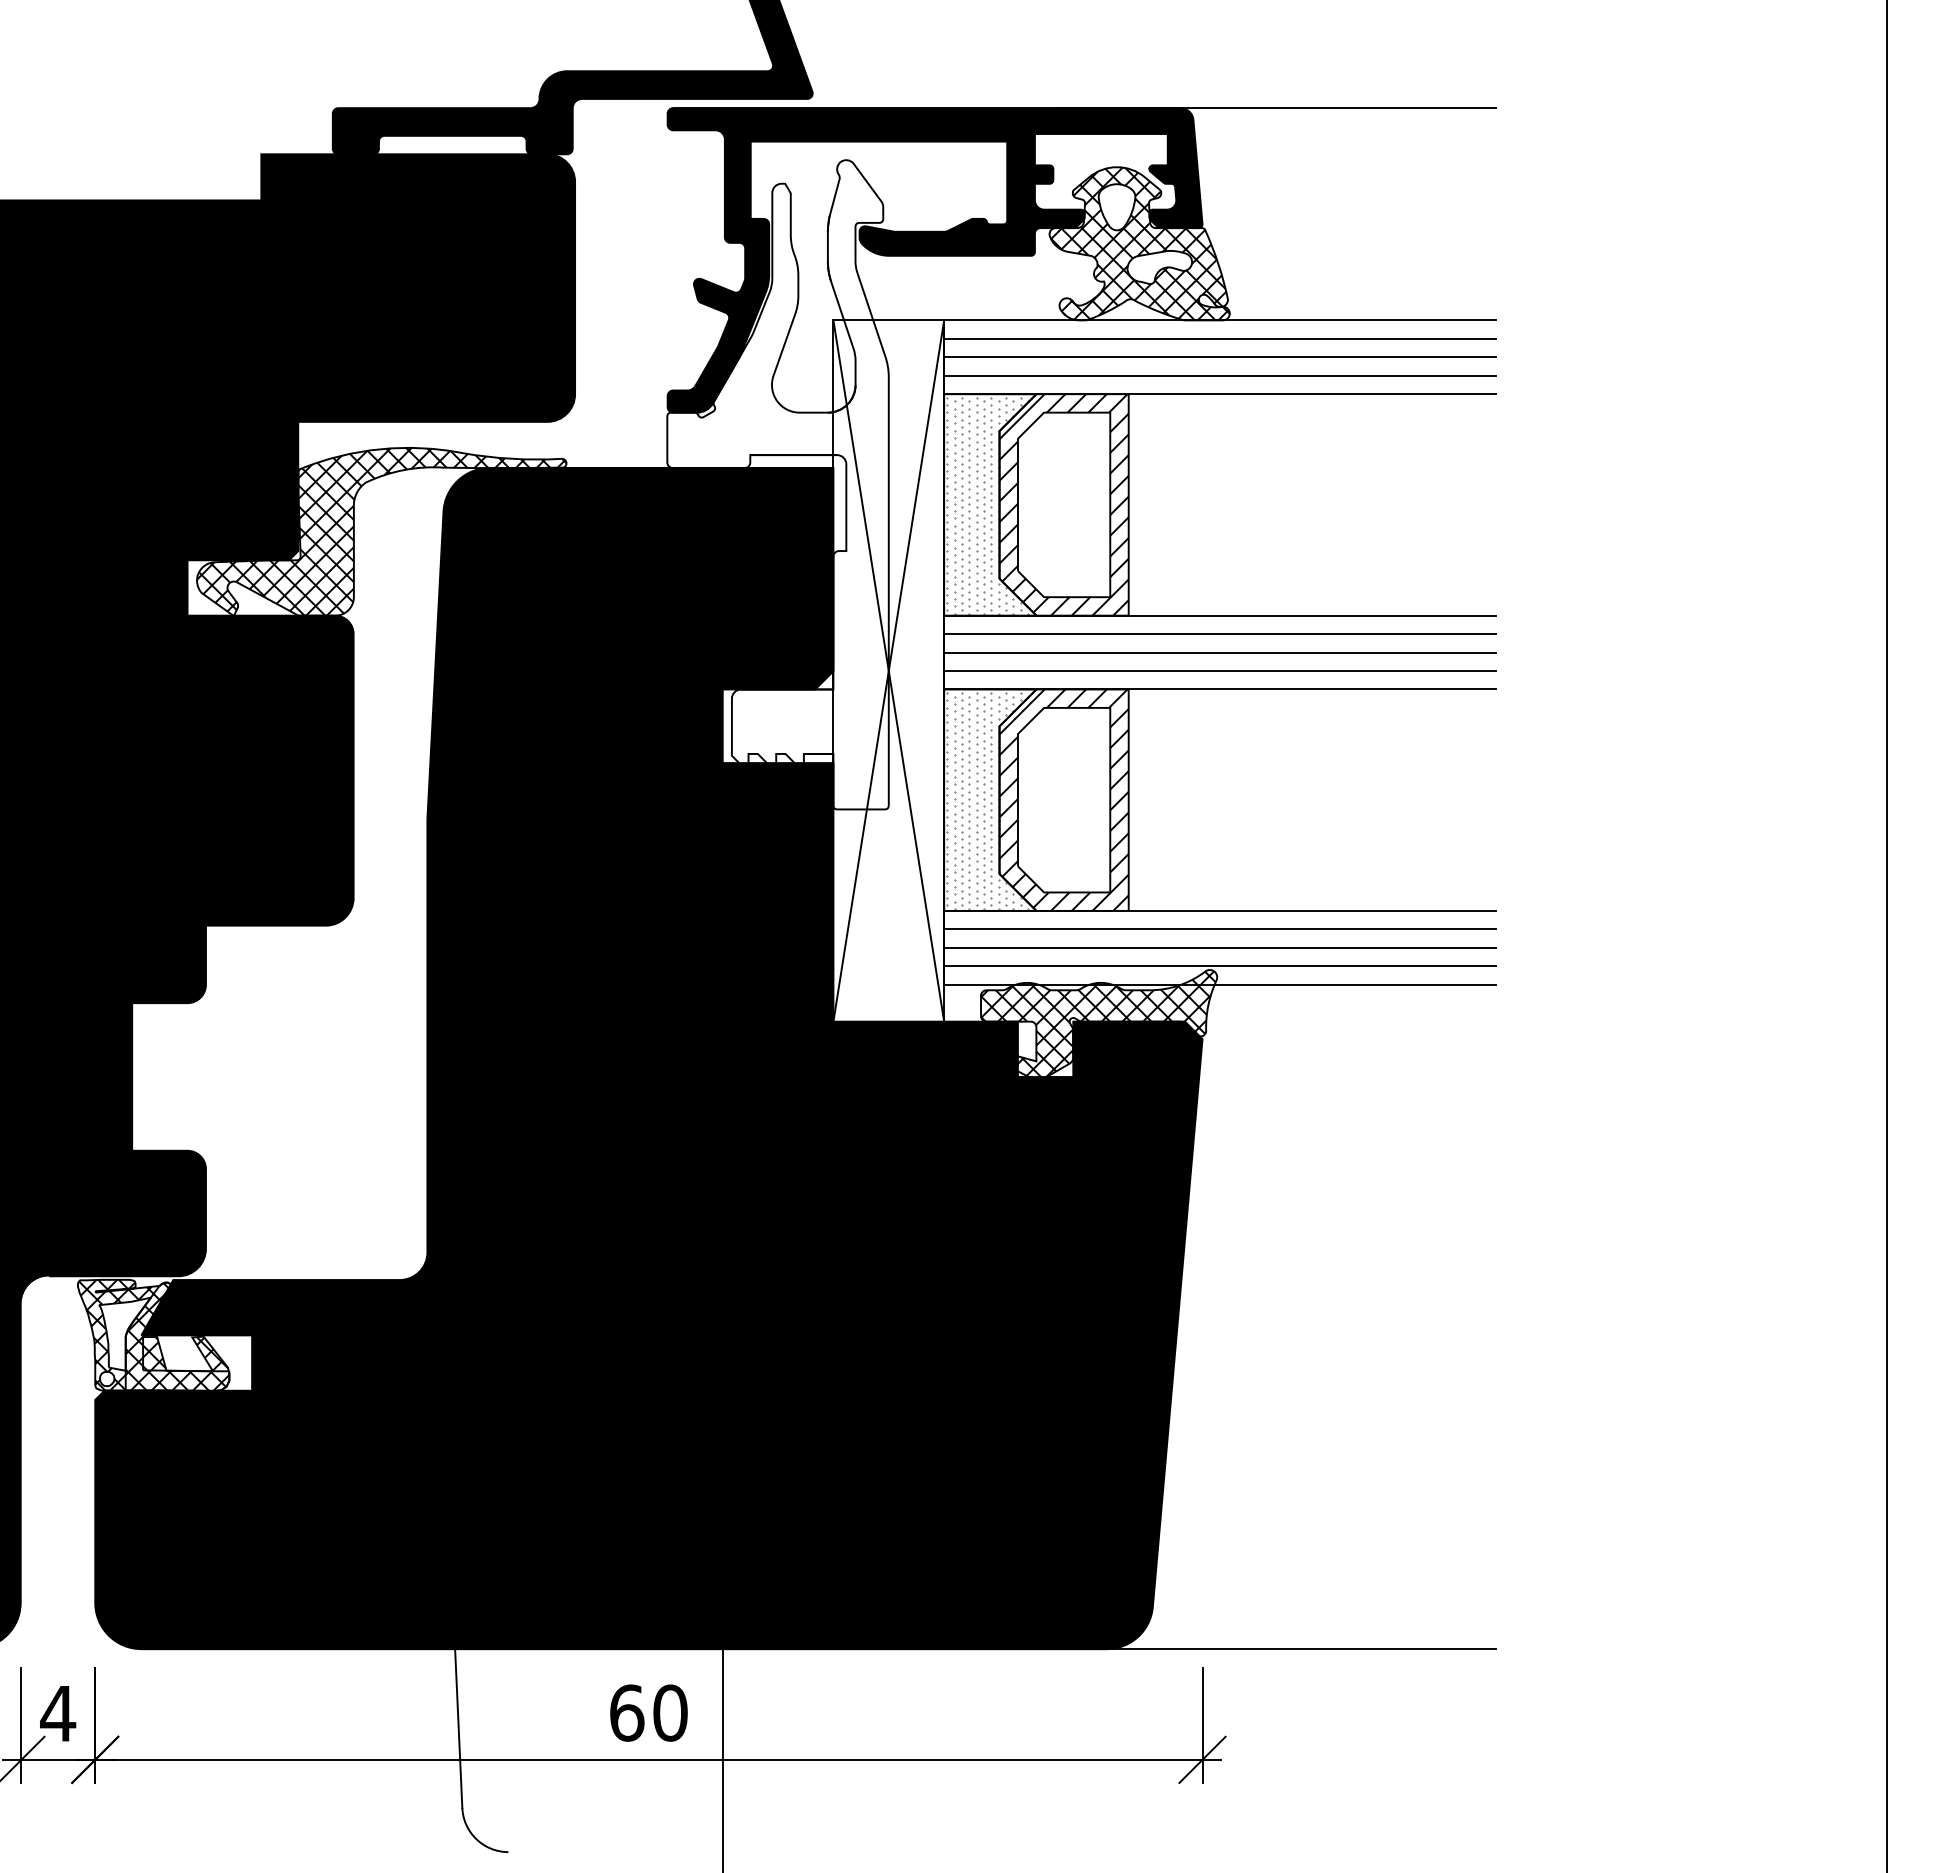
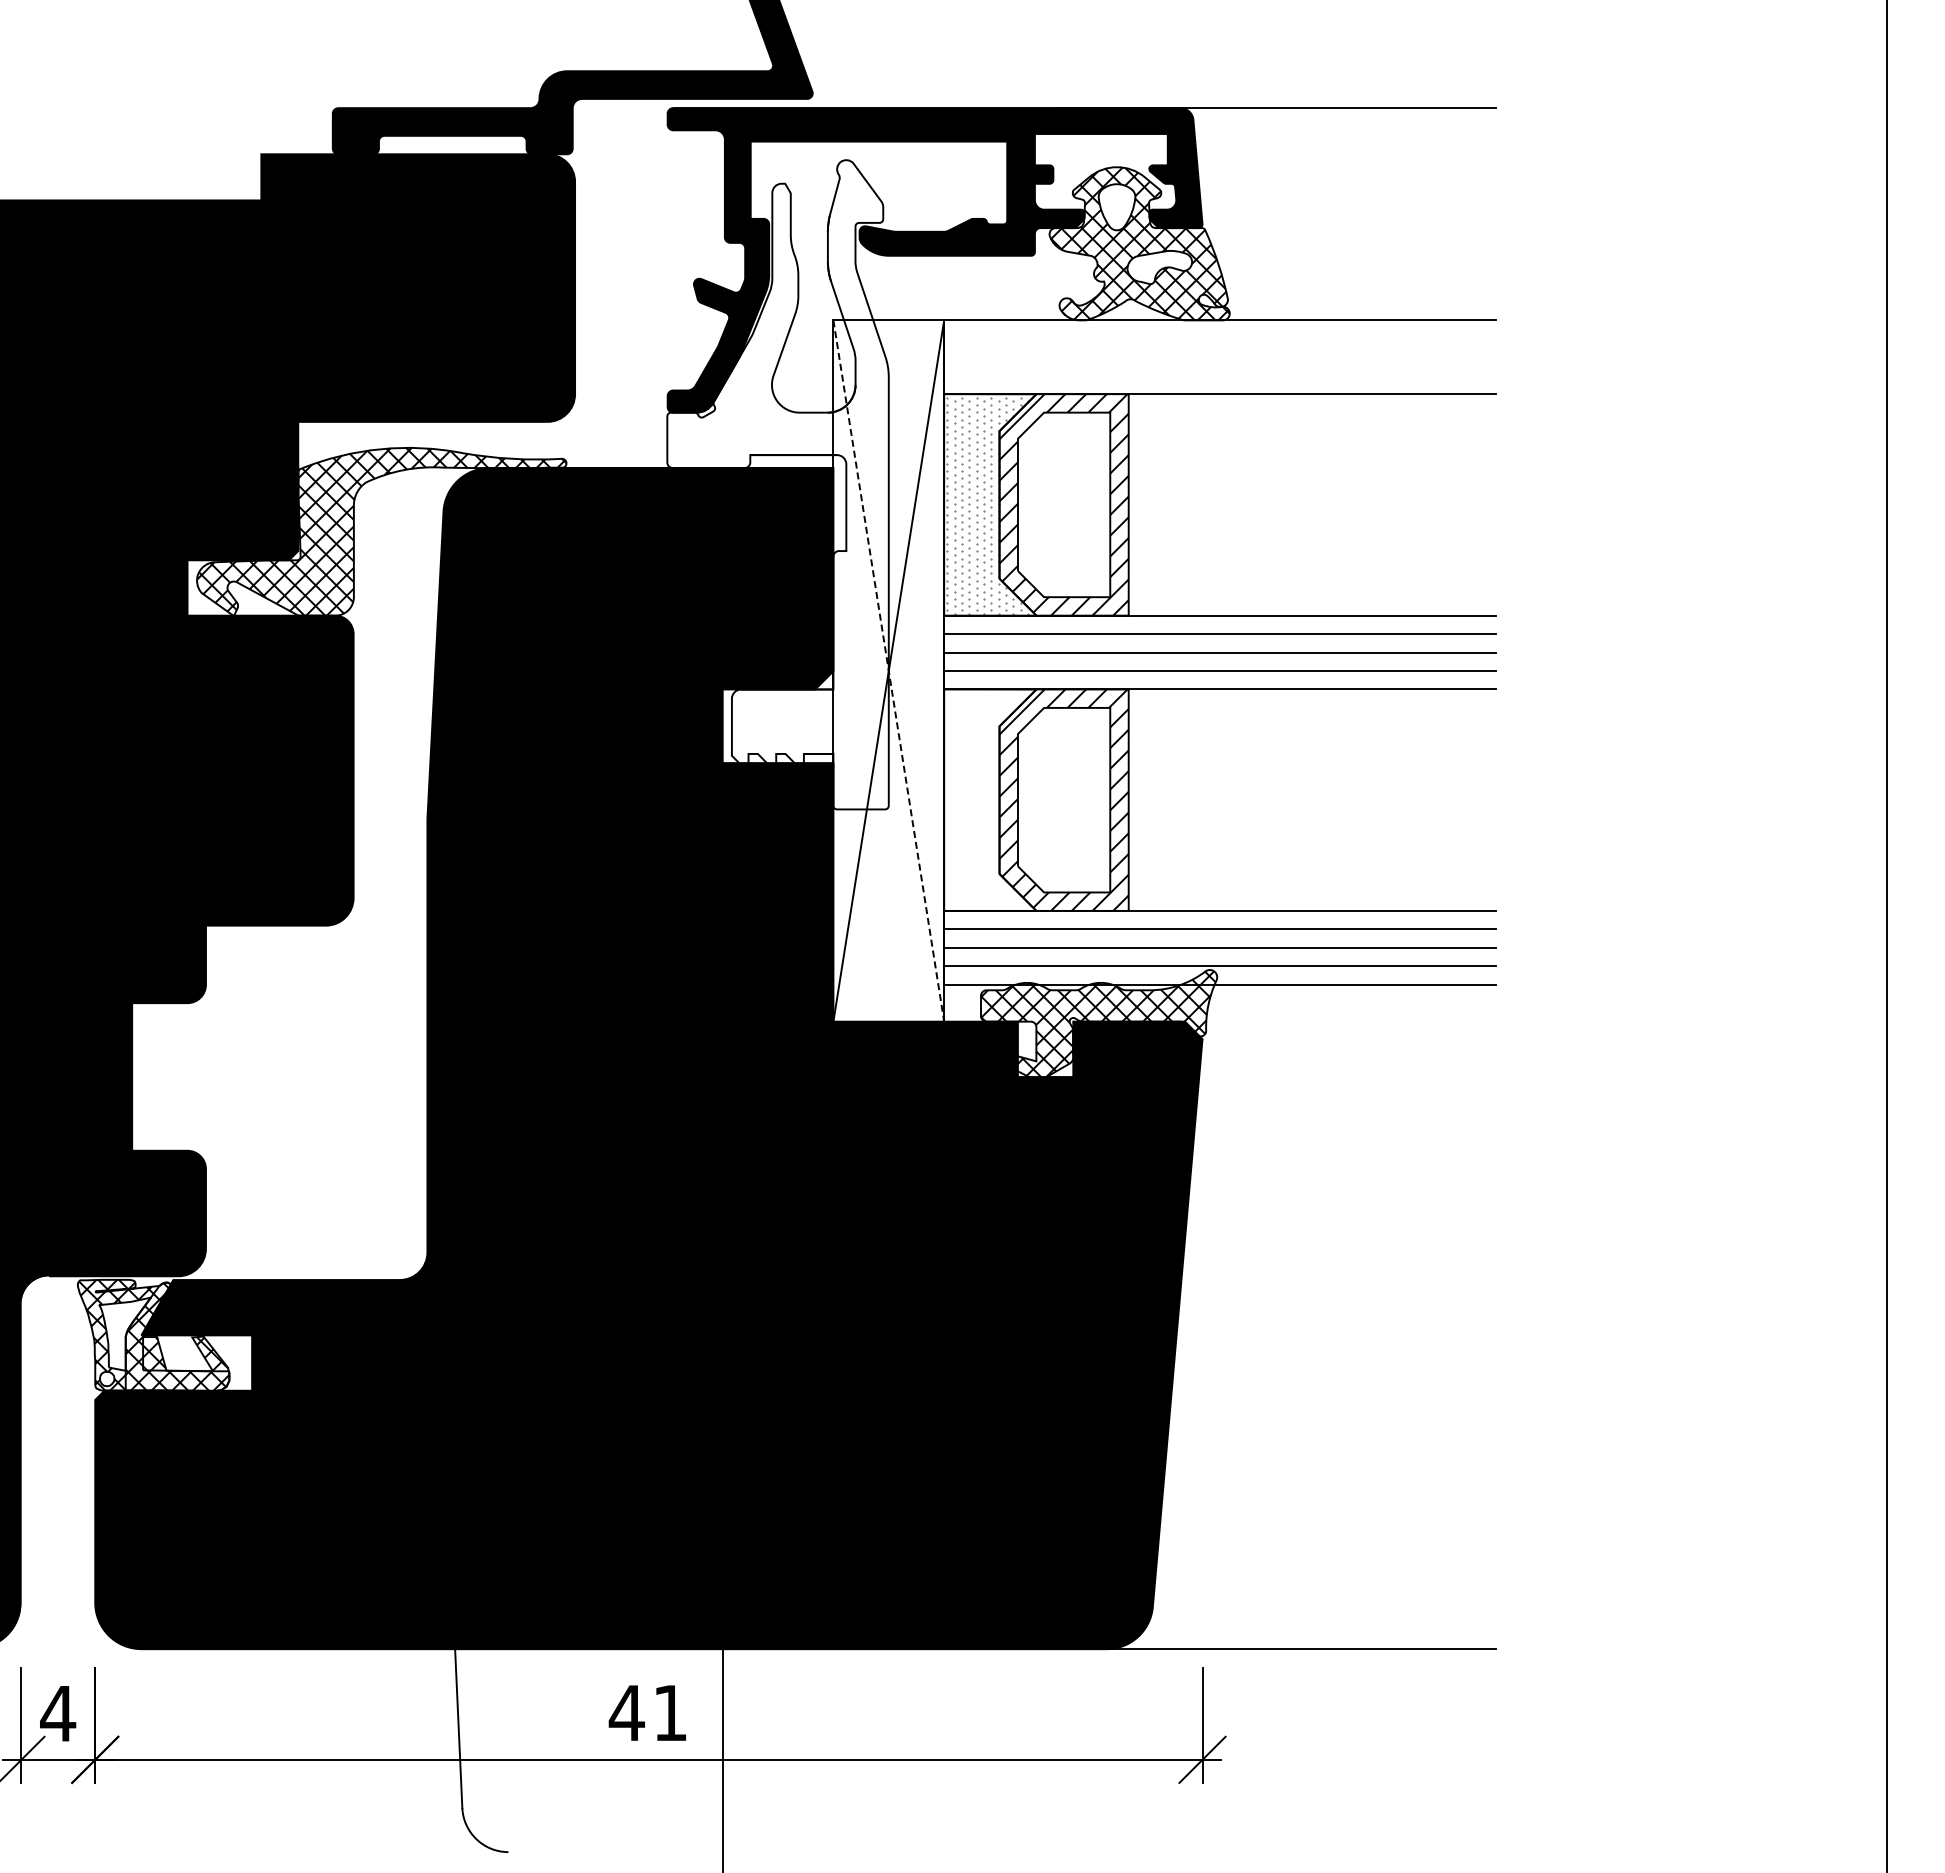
line at (1220, 338): present -> none
line at (1220, 357): present -> none
line at (1220, 375): present -> none
line at (888, 671): solid -> dashed
hatch at (987, 800): present -> none
text at (647, 1712): 60 -> 41
